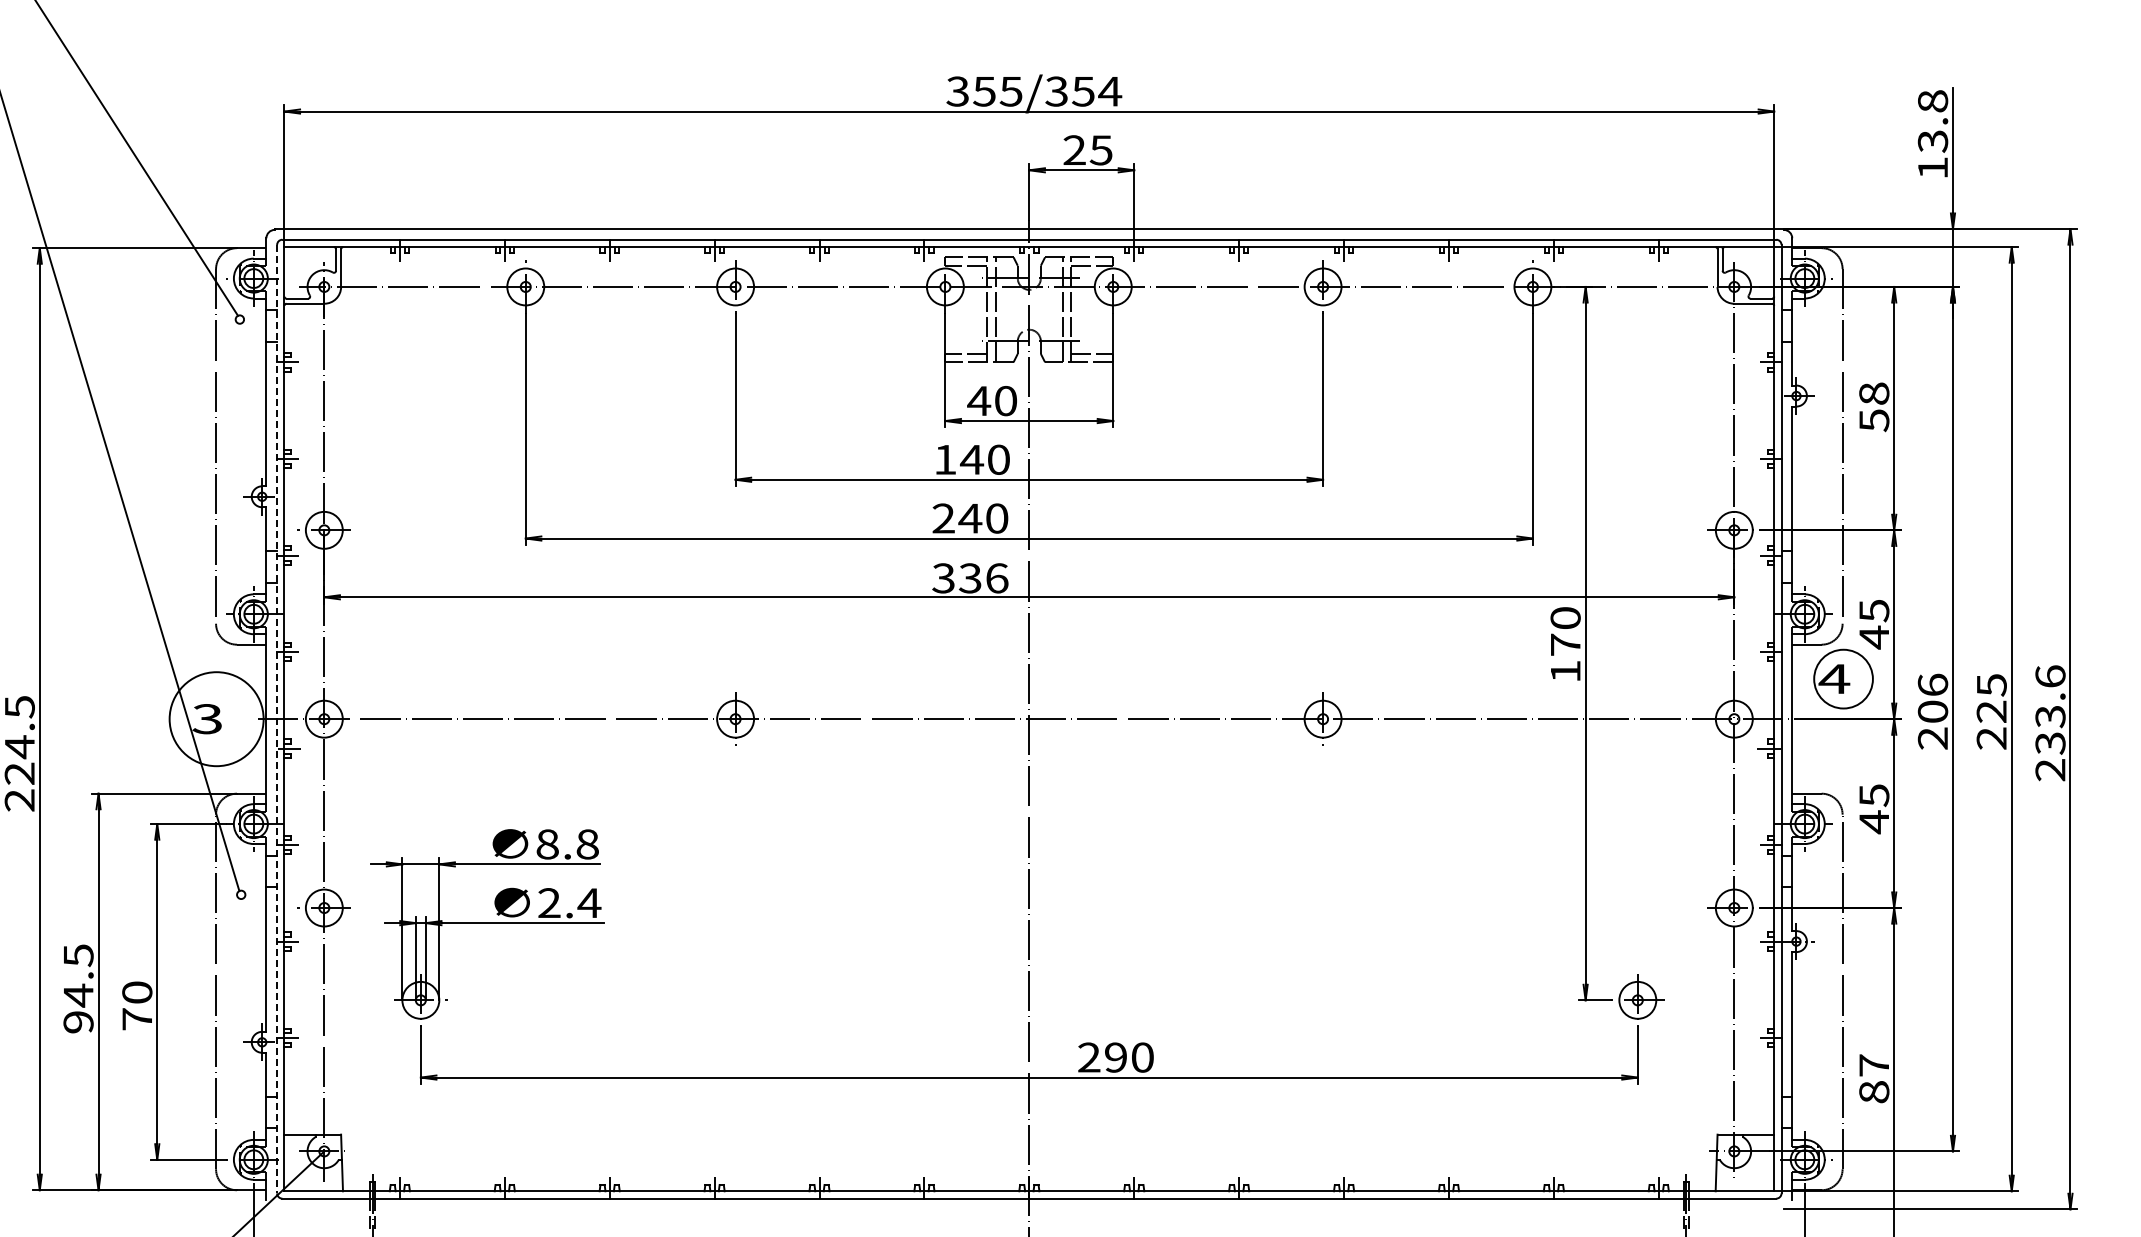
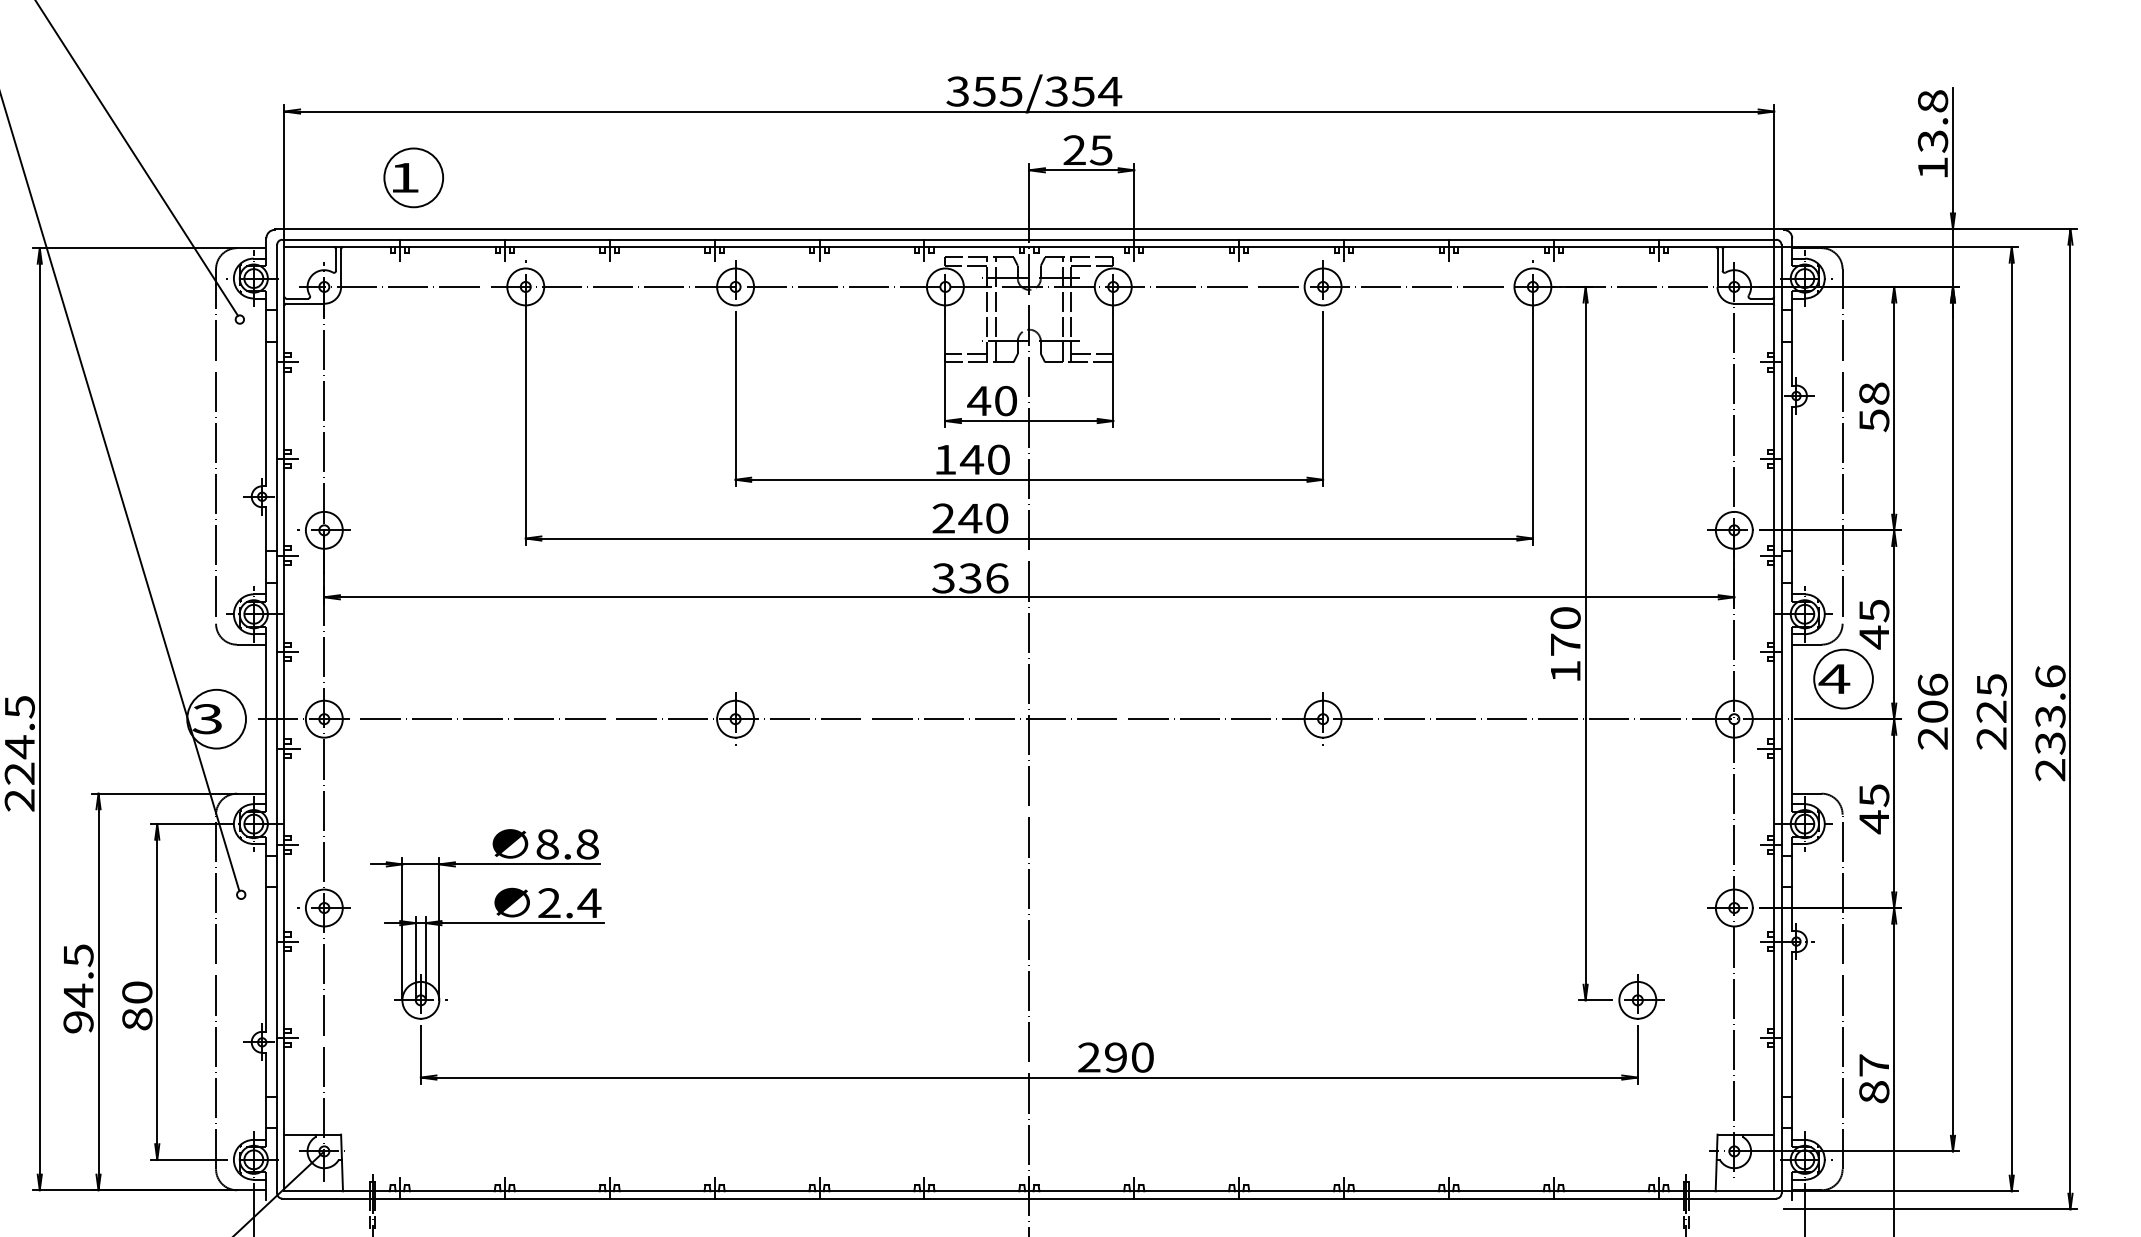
part at (413, 177): none -> present
circle at (216, 719) diameter: 94 px -> 59 px
line at (277, 719): dashed -> solid
text at (137, 1019): 70 -> 80
